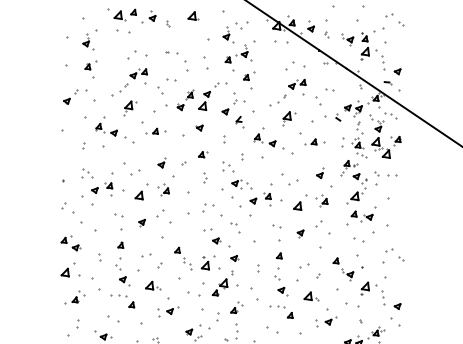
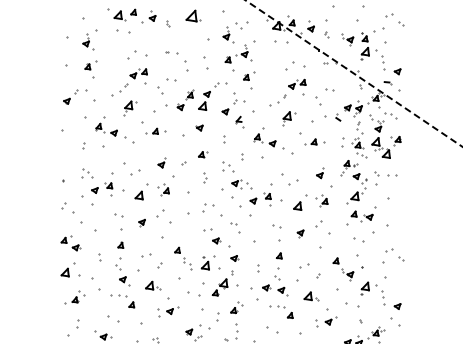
part at (193, 15) size: 13x10 px -> 17x14 px
line at (353, 73): solid -> dashed
part at (266, 287): none -> present
